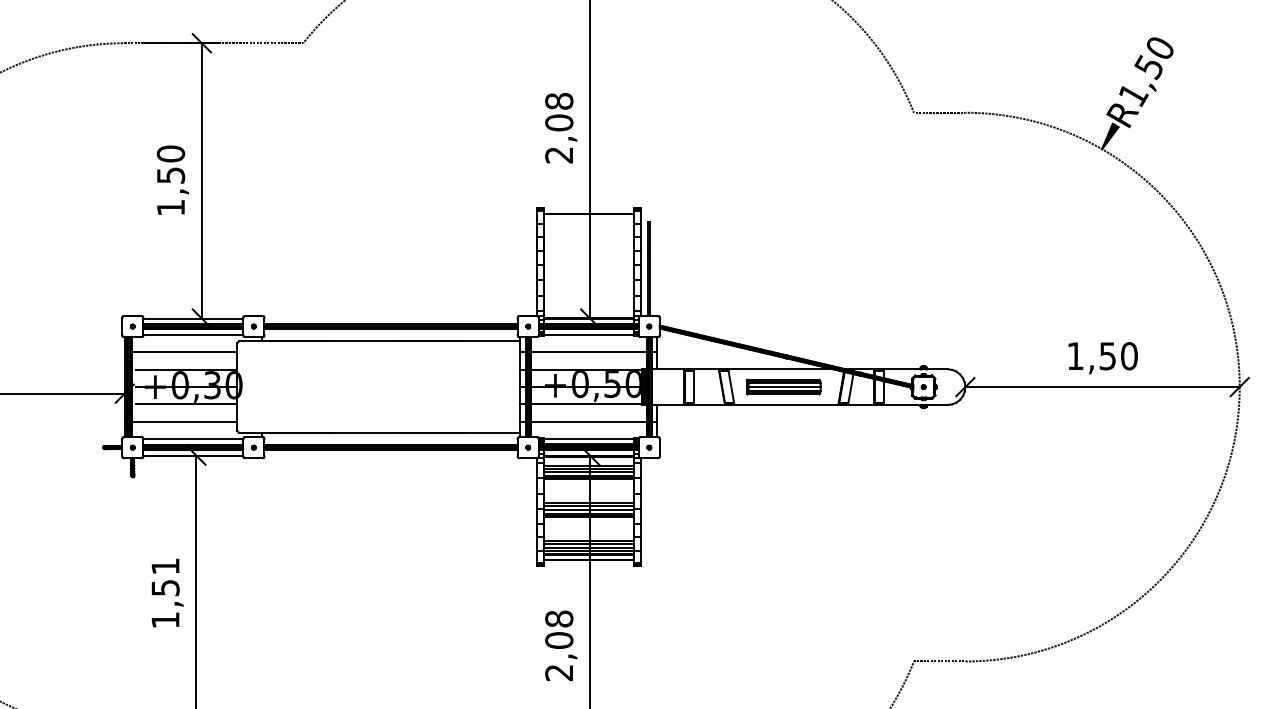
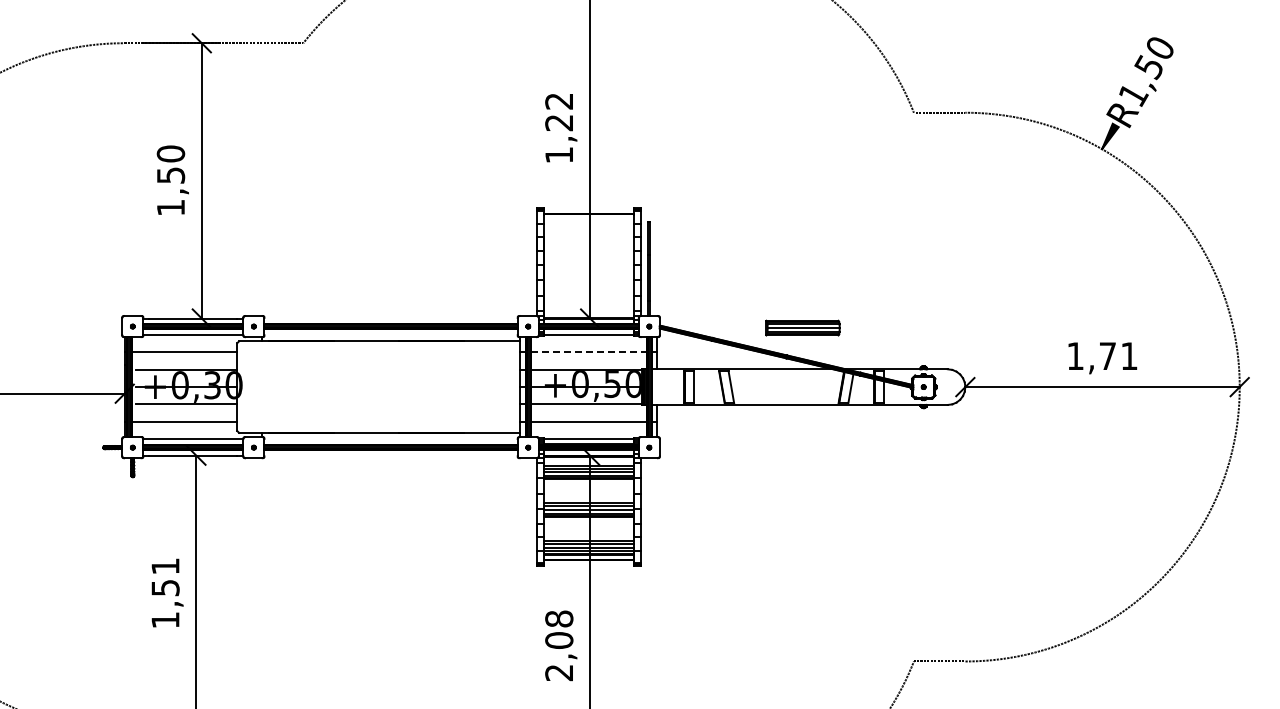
text at (559, 128): 2,08 -> 1,22
line at (588, 352): solid -> dashed
text at (1118, 356): 1,50 -> 1,71
part at (783, 386) position: (783, 386) -> (802, 327)
